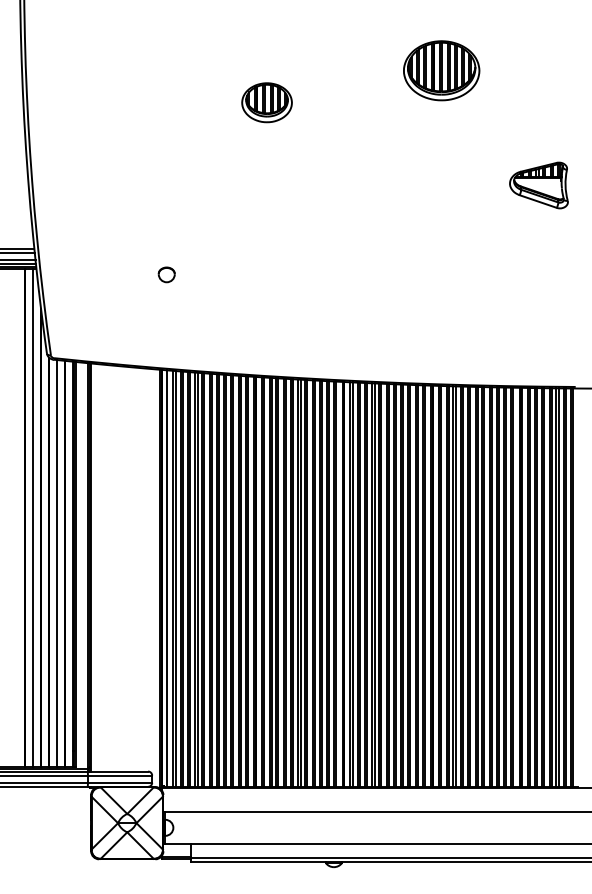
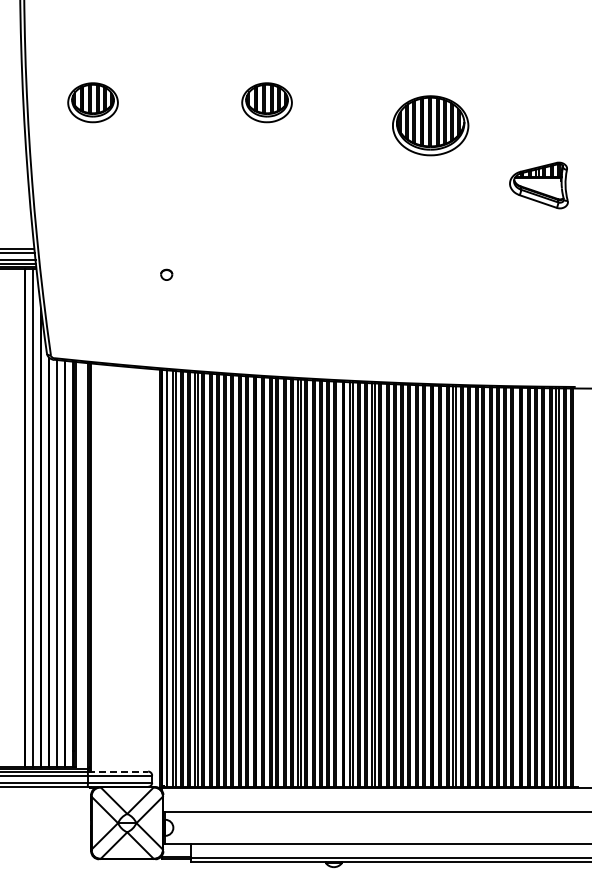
part at (441, 70) position: (441, 70) -> (430, 125)
part at (92, 102): none -> present
part at (166, 274) size: 19x18 px -> 14x13 px
line at (118, 771): solid -> dashed
